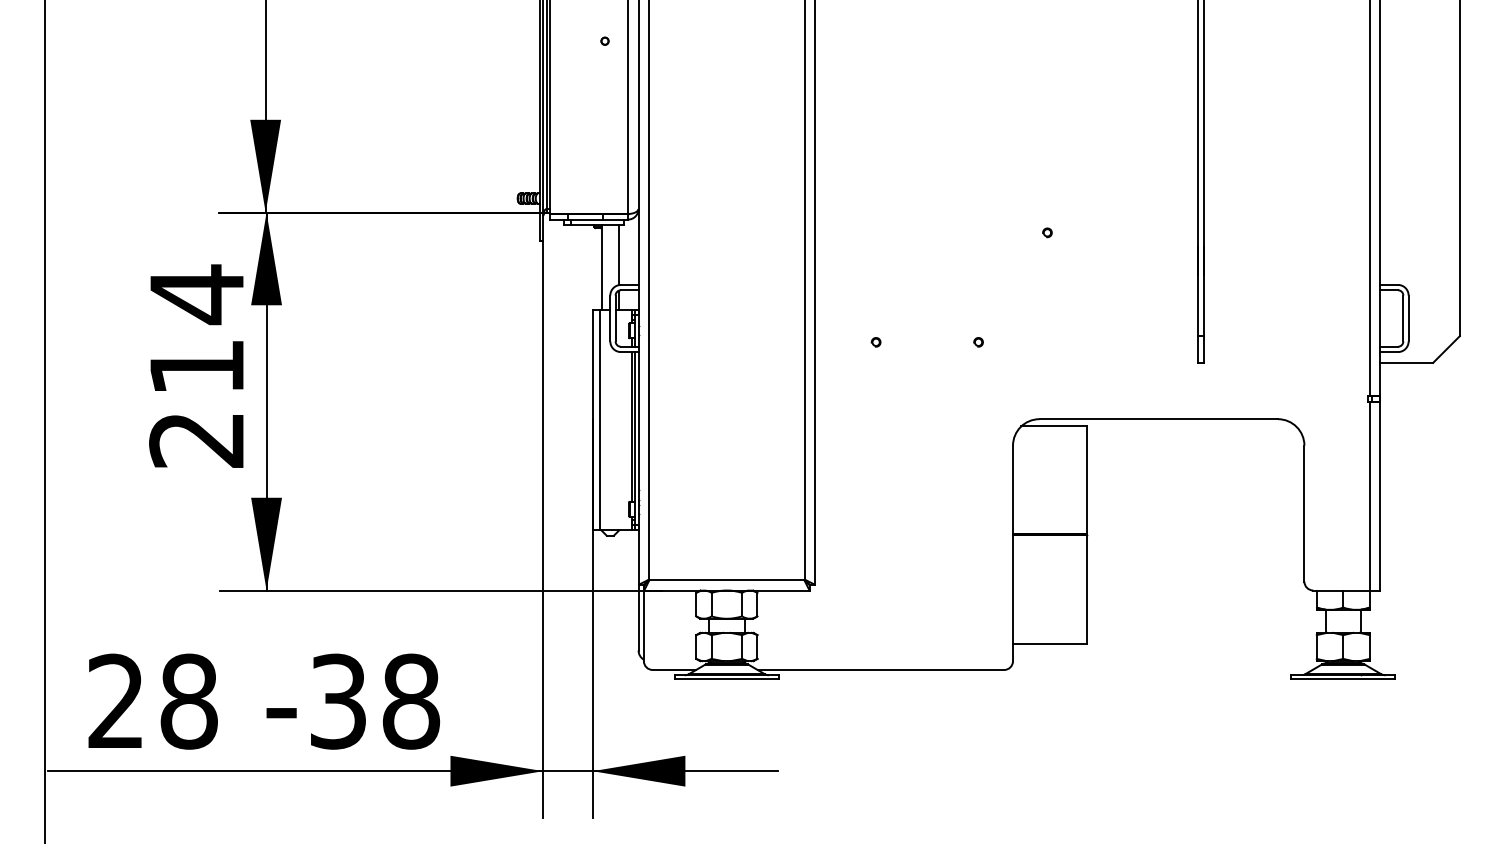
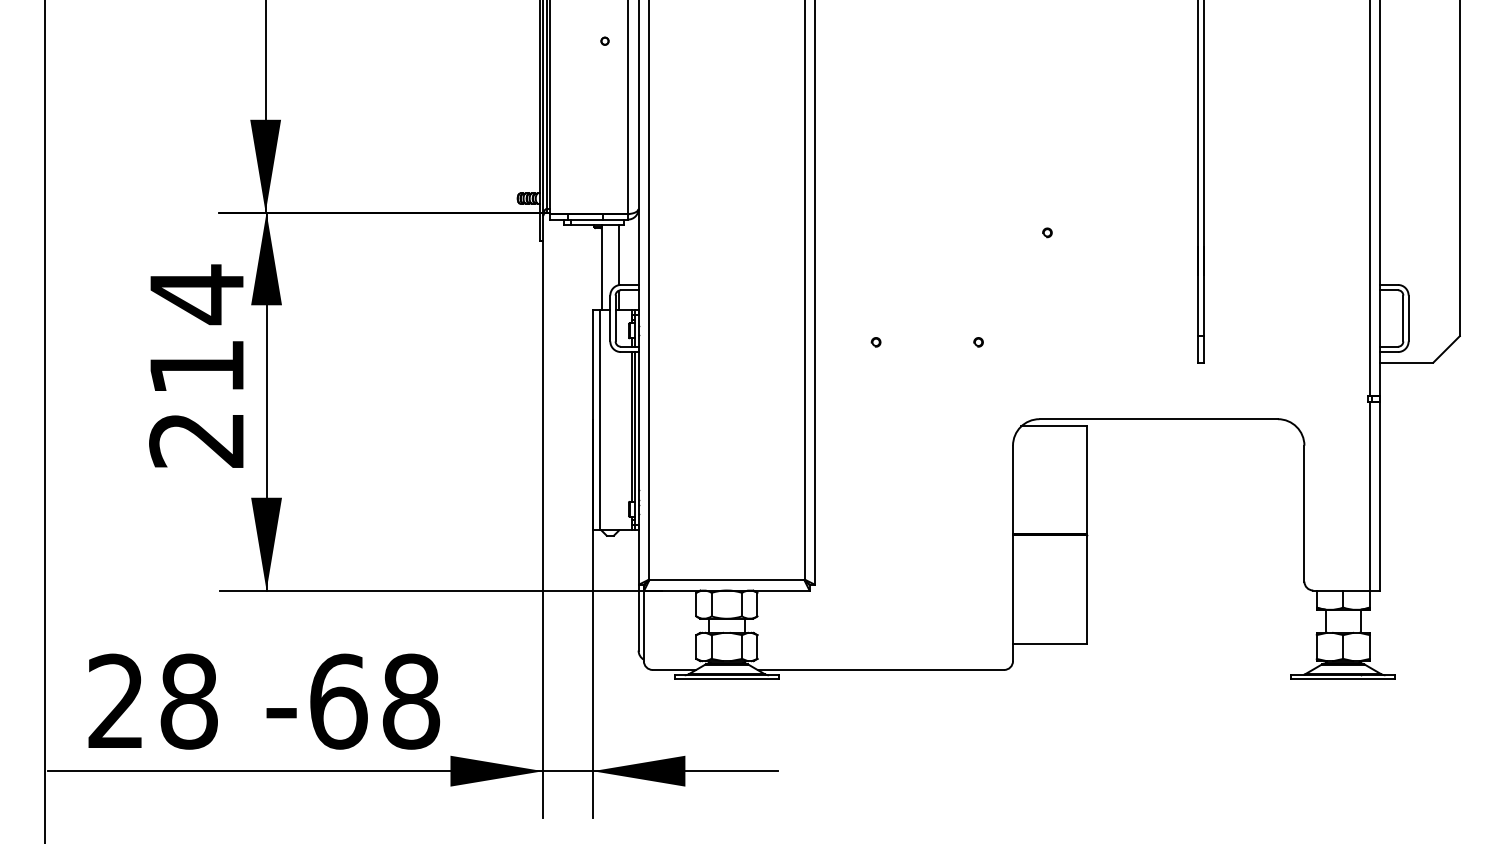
text at (338, 701): -38 -> -68
